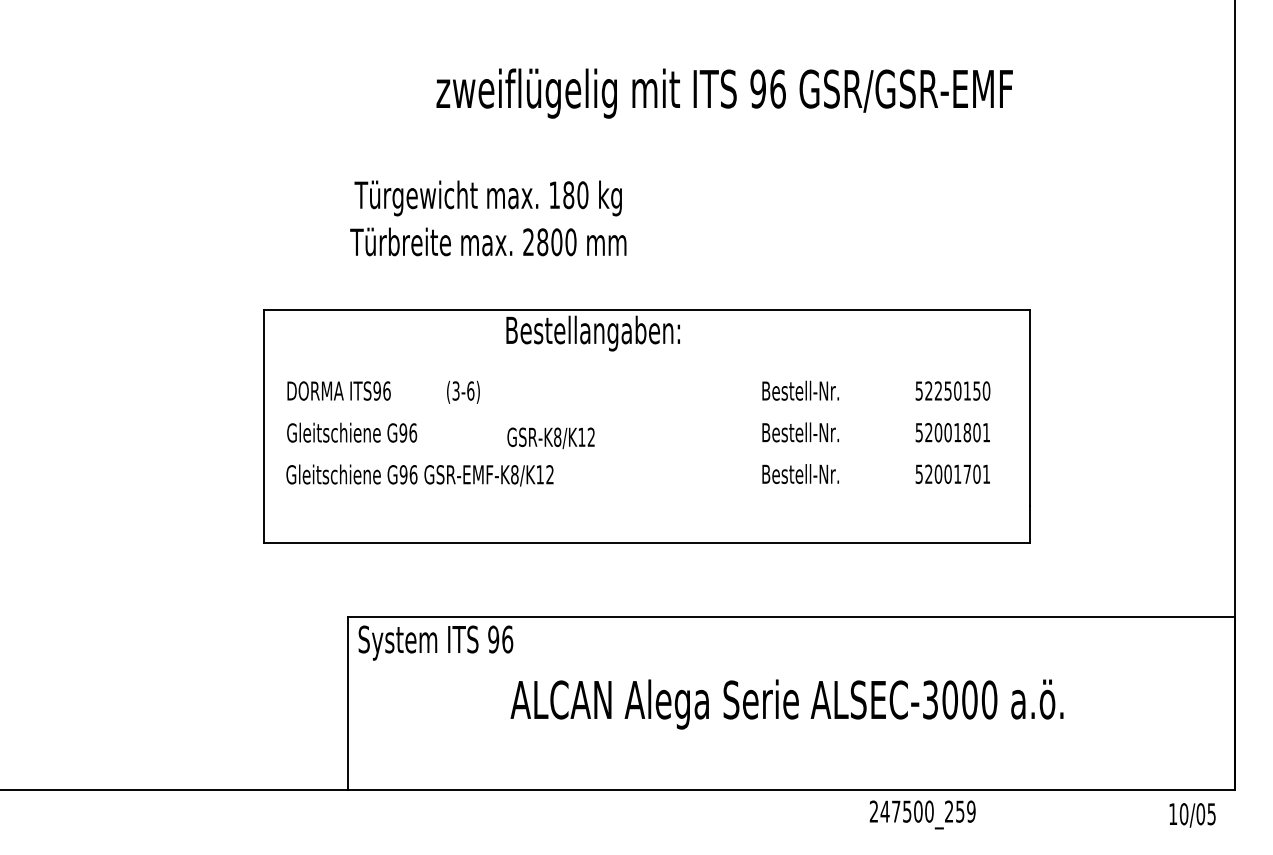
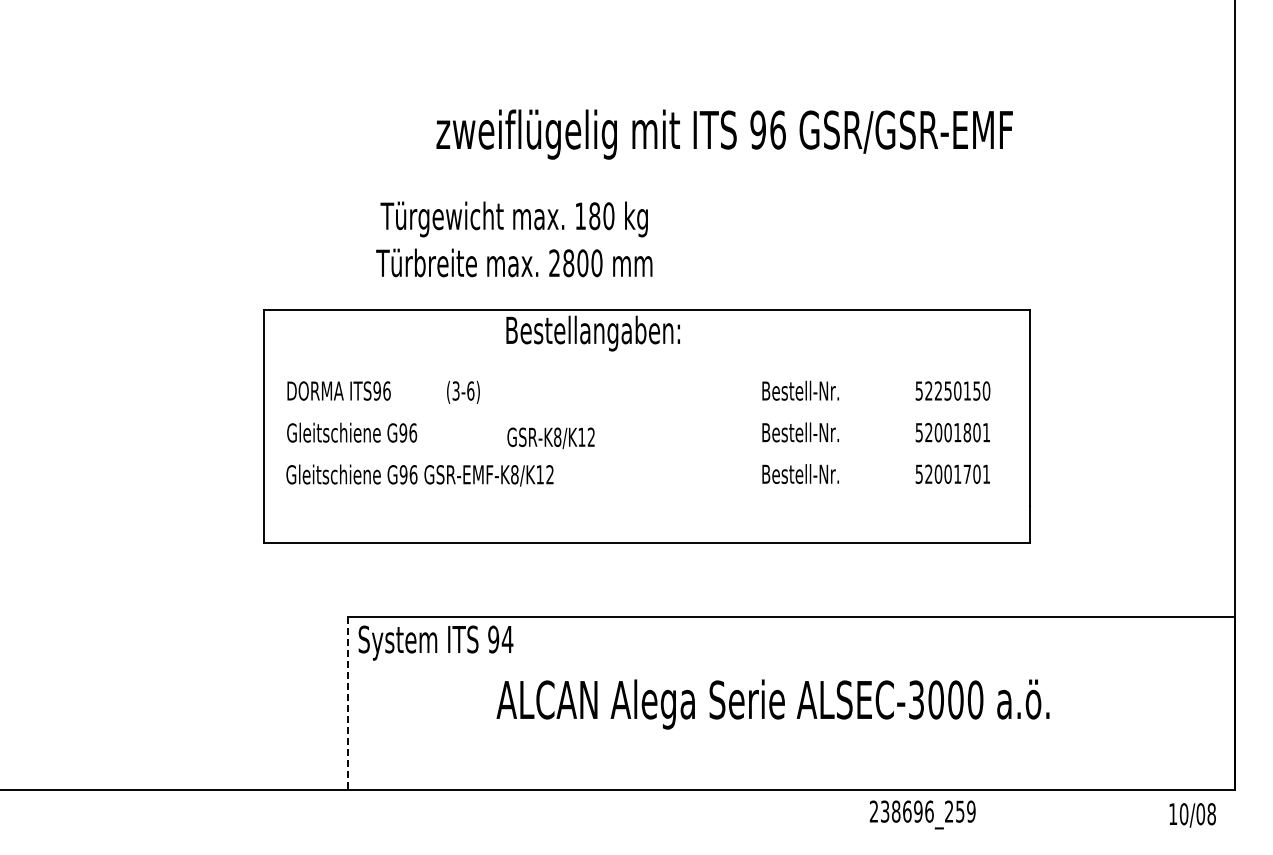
text at (724, 93) position: (724, 93) -> (724, 134)
text at (488, 218) position: (488, 218) -> (514, 239)
text at (507, 639): 96 -> 94
line at (348, 703): solid -> dashed
text at (786, 704) position: (786, 704) -> (772, 704)
text at (906, 811): 247500_259 -> 238696_259
text at (1211, 814): 10/05 -> 10/08
